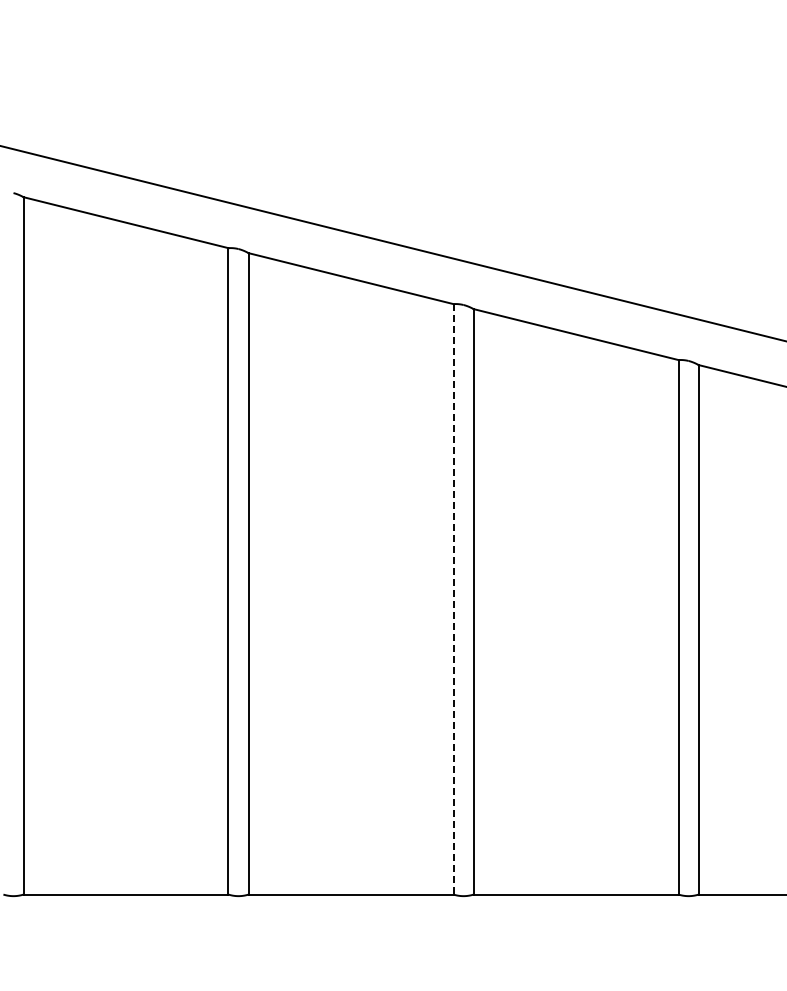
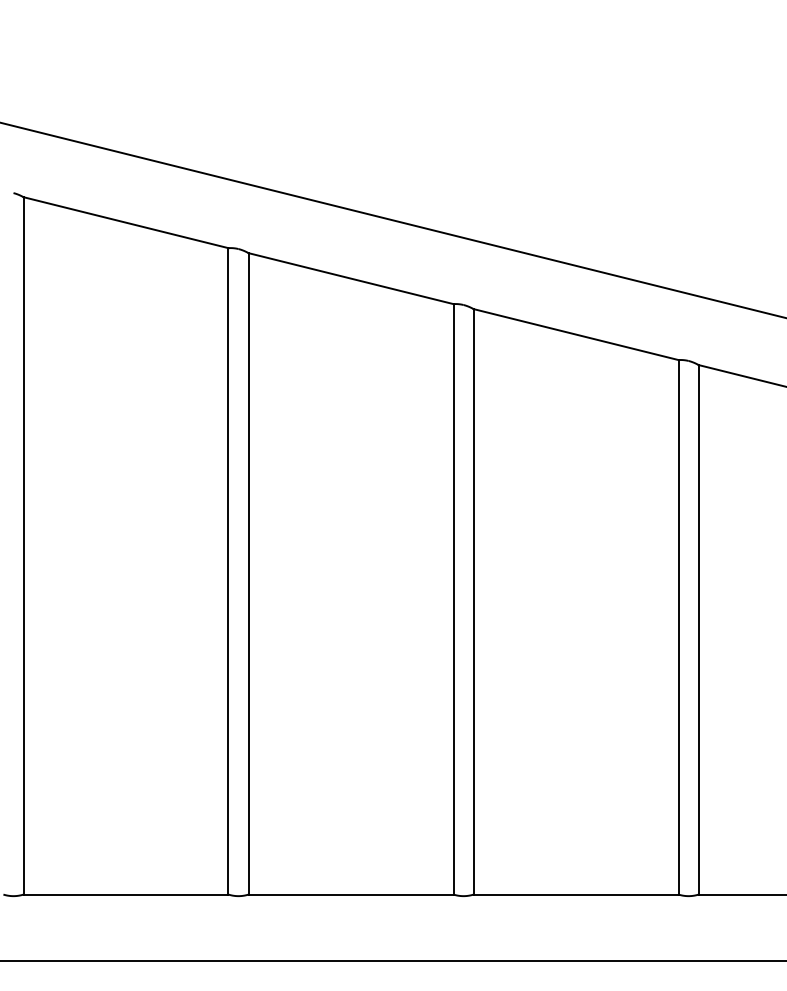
line at (392, 243) position: (392, 243) -> (392, 220)
line at (453, 599): dashed -> solid
line at (392, 961): none -> present
